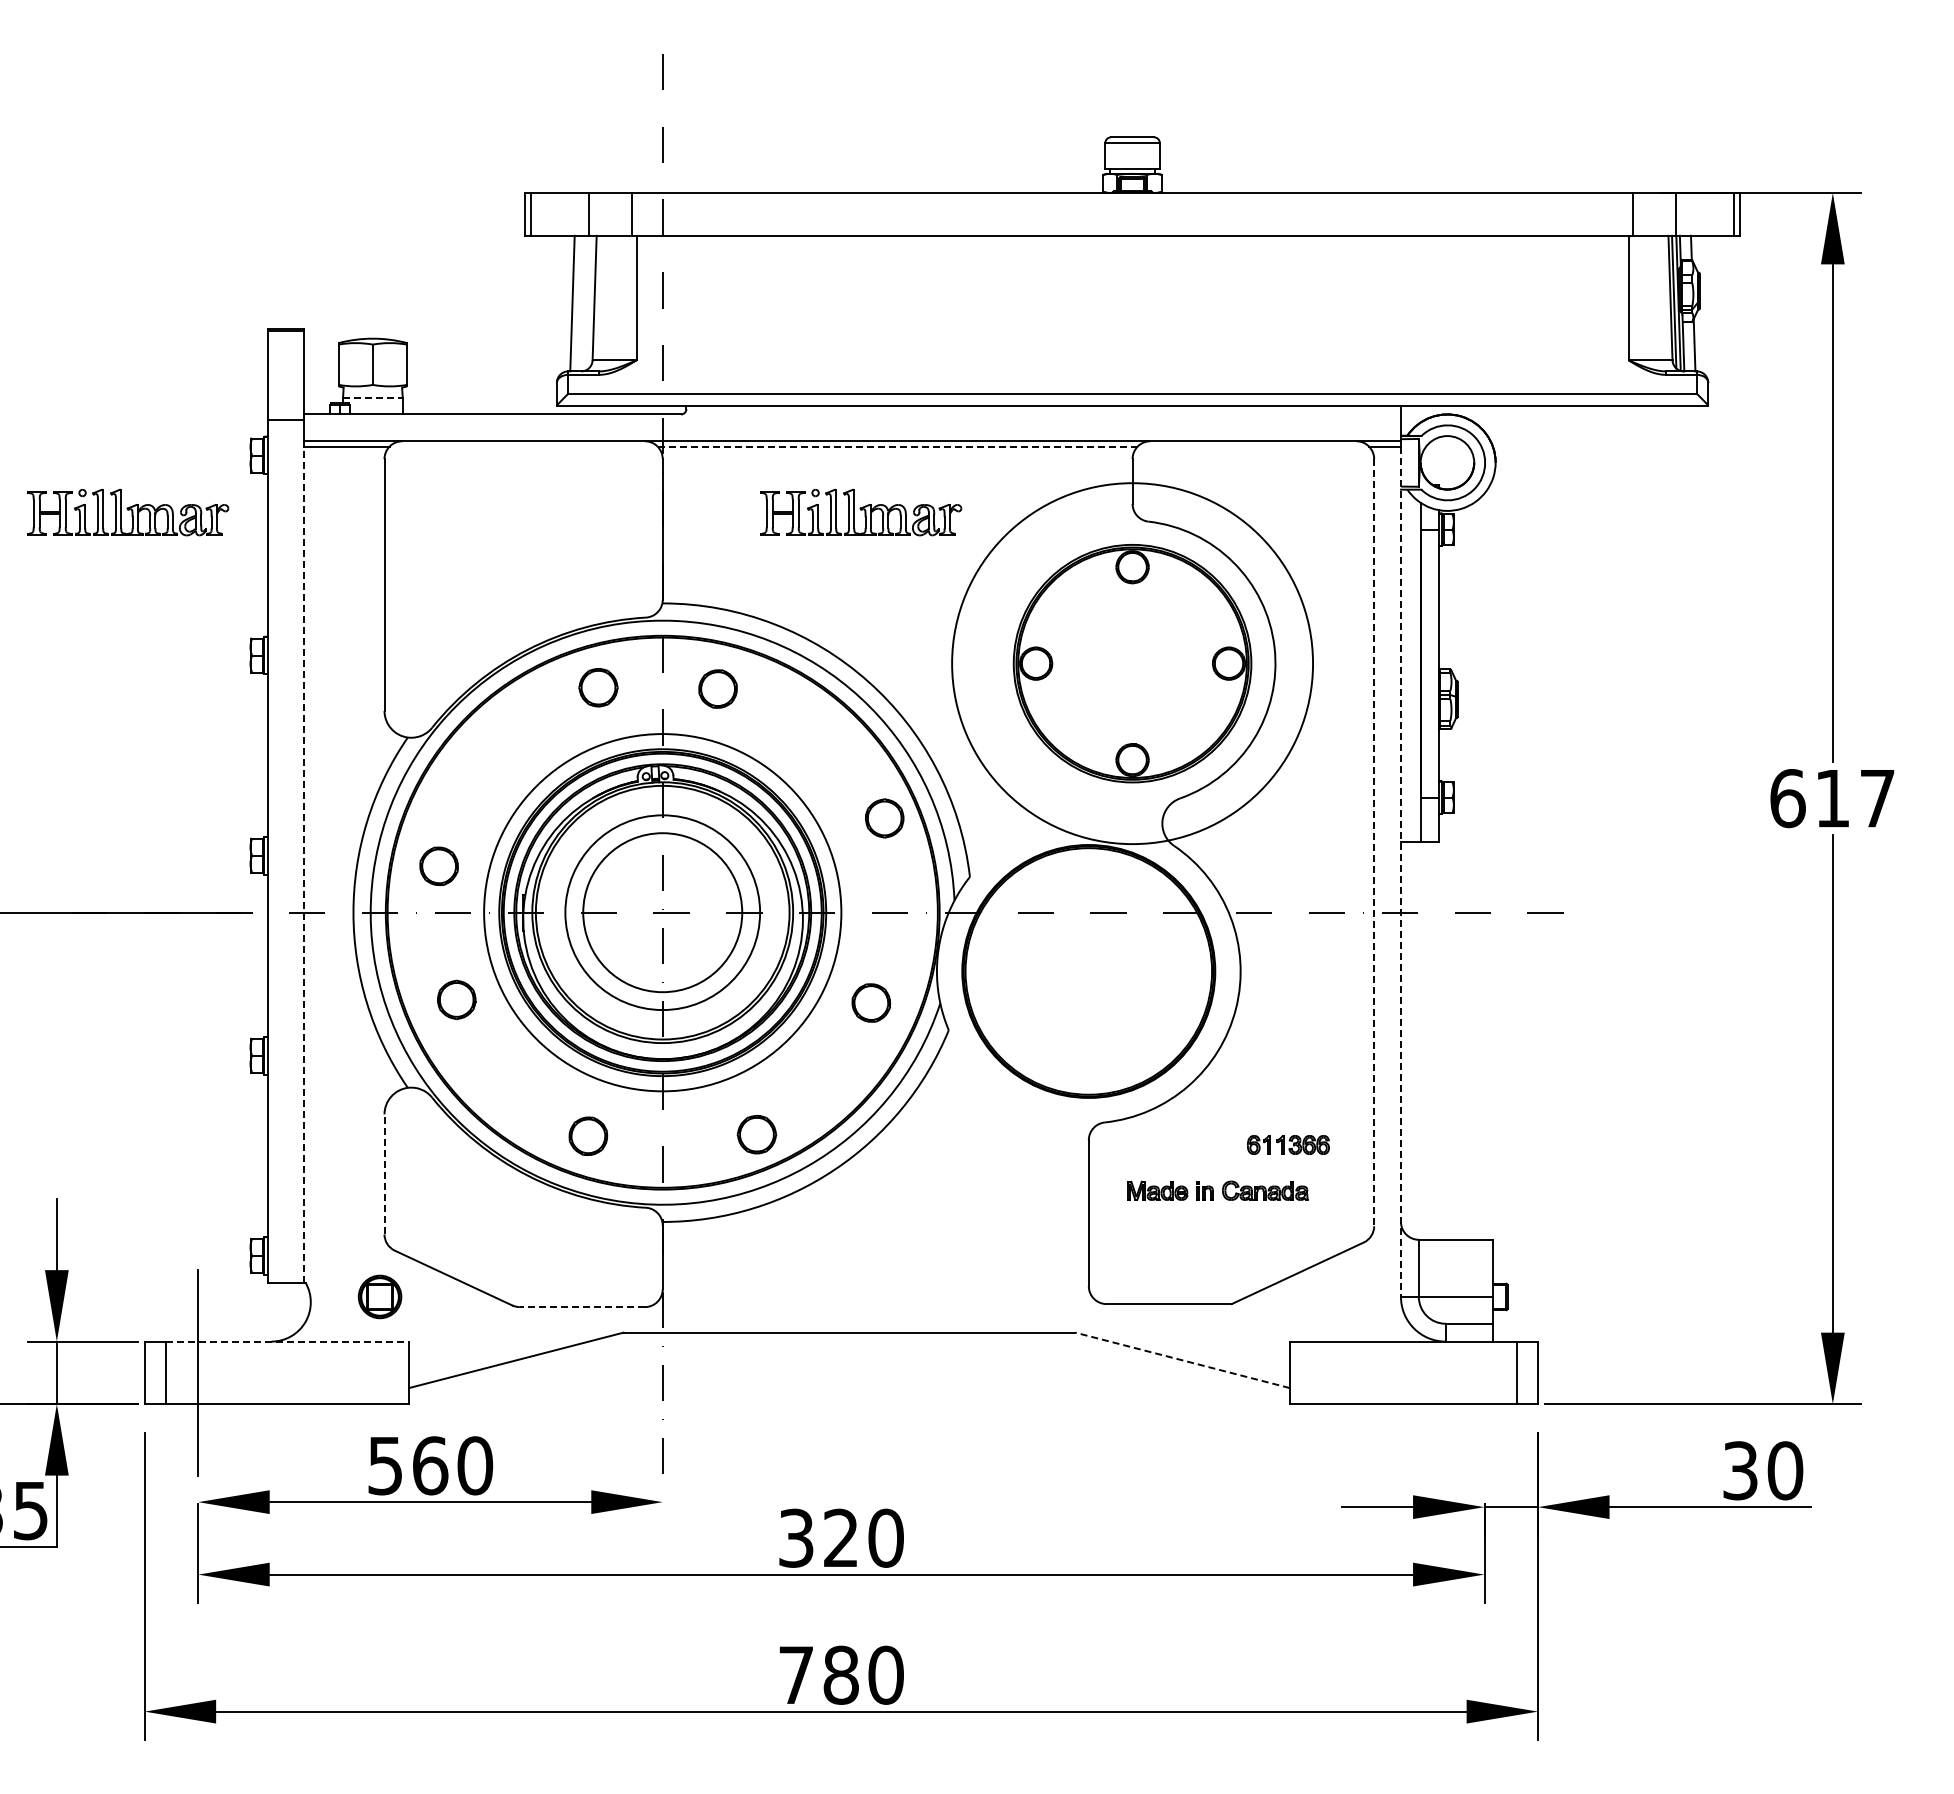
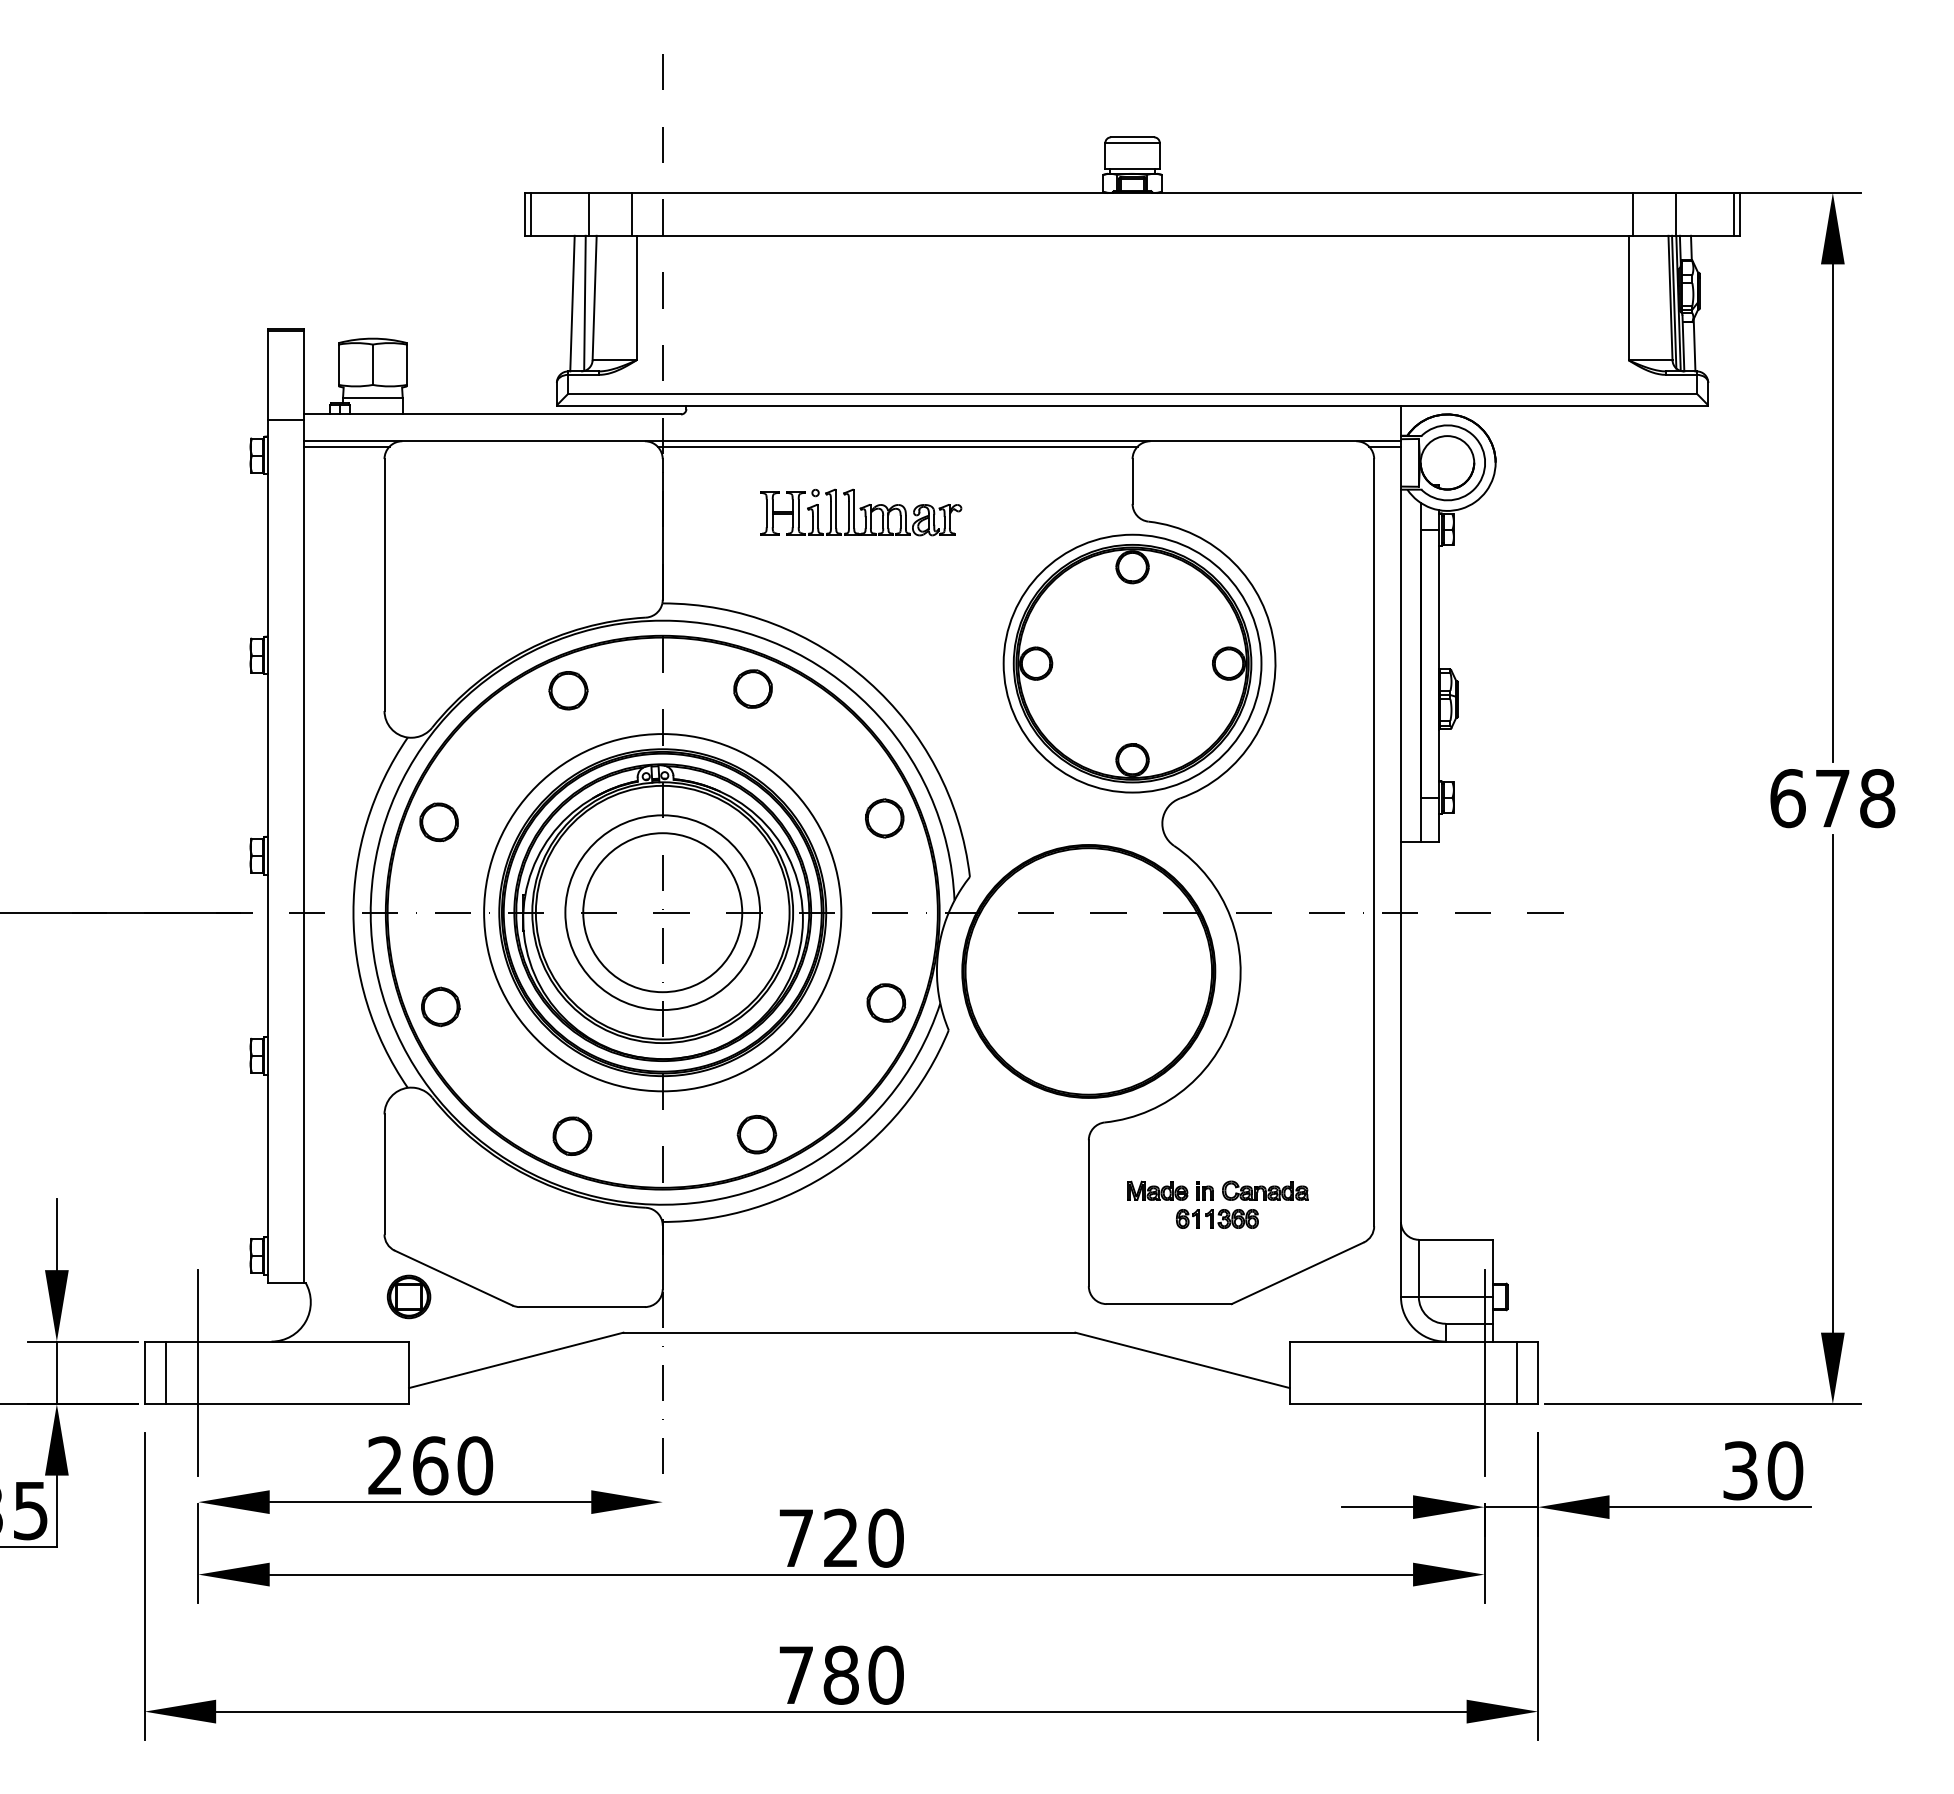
line at (584, 303): none -> present
line at (372, 397): dashed -> solid
line at (898, 446): dashed -> solid
part at (128, 512): present -> none
circle at (1132, 663) diameter: 361 px -> 258 px
part at (598, 687) position: (598, 687) -> (568, 690)
part at (717, 688) position: (717, 688) -> (752, 688)
text at (1855, 798): 617 -> 678
line at (1374, 842): dashed -> solid
line at (304, 864): dashed -> solid
part at (438, 866) position: (438, 866) -> (438, 822)
line at (1400, 872): dashed -> solid
part at (456, 999) position: (456, 999) -> (440, 1006)
part at (871, 1002) position: (871, 1002) -> (886, 1002)
part at (588, 1135) position: (588, 1135) -> (572, 1135)
part at (1288, 1144) position: (1288, 1144) -> (1217, 1218)
line at (384, 1173): dashed -> solid
part at (379, 1296) position: (379, 1296) -> (408, 1296)
line at (582, 1307): dashed -> solid
line at (288, 1341): dashed -> solid
line at (1182, 1360): dashed -> solid
line at (1484, 1372): none -> present
text at (384, 1465): 560 -> 260
text at (796, 1537): 320 -> 720
